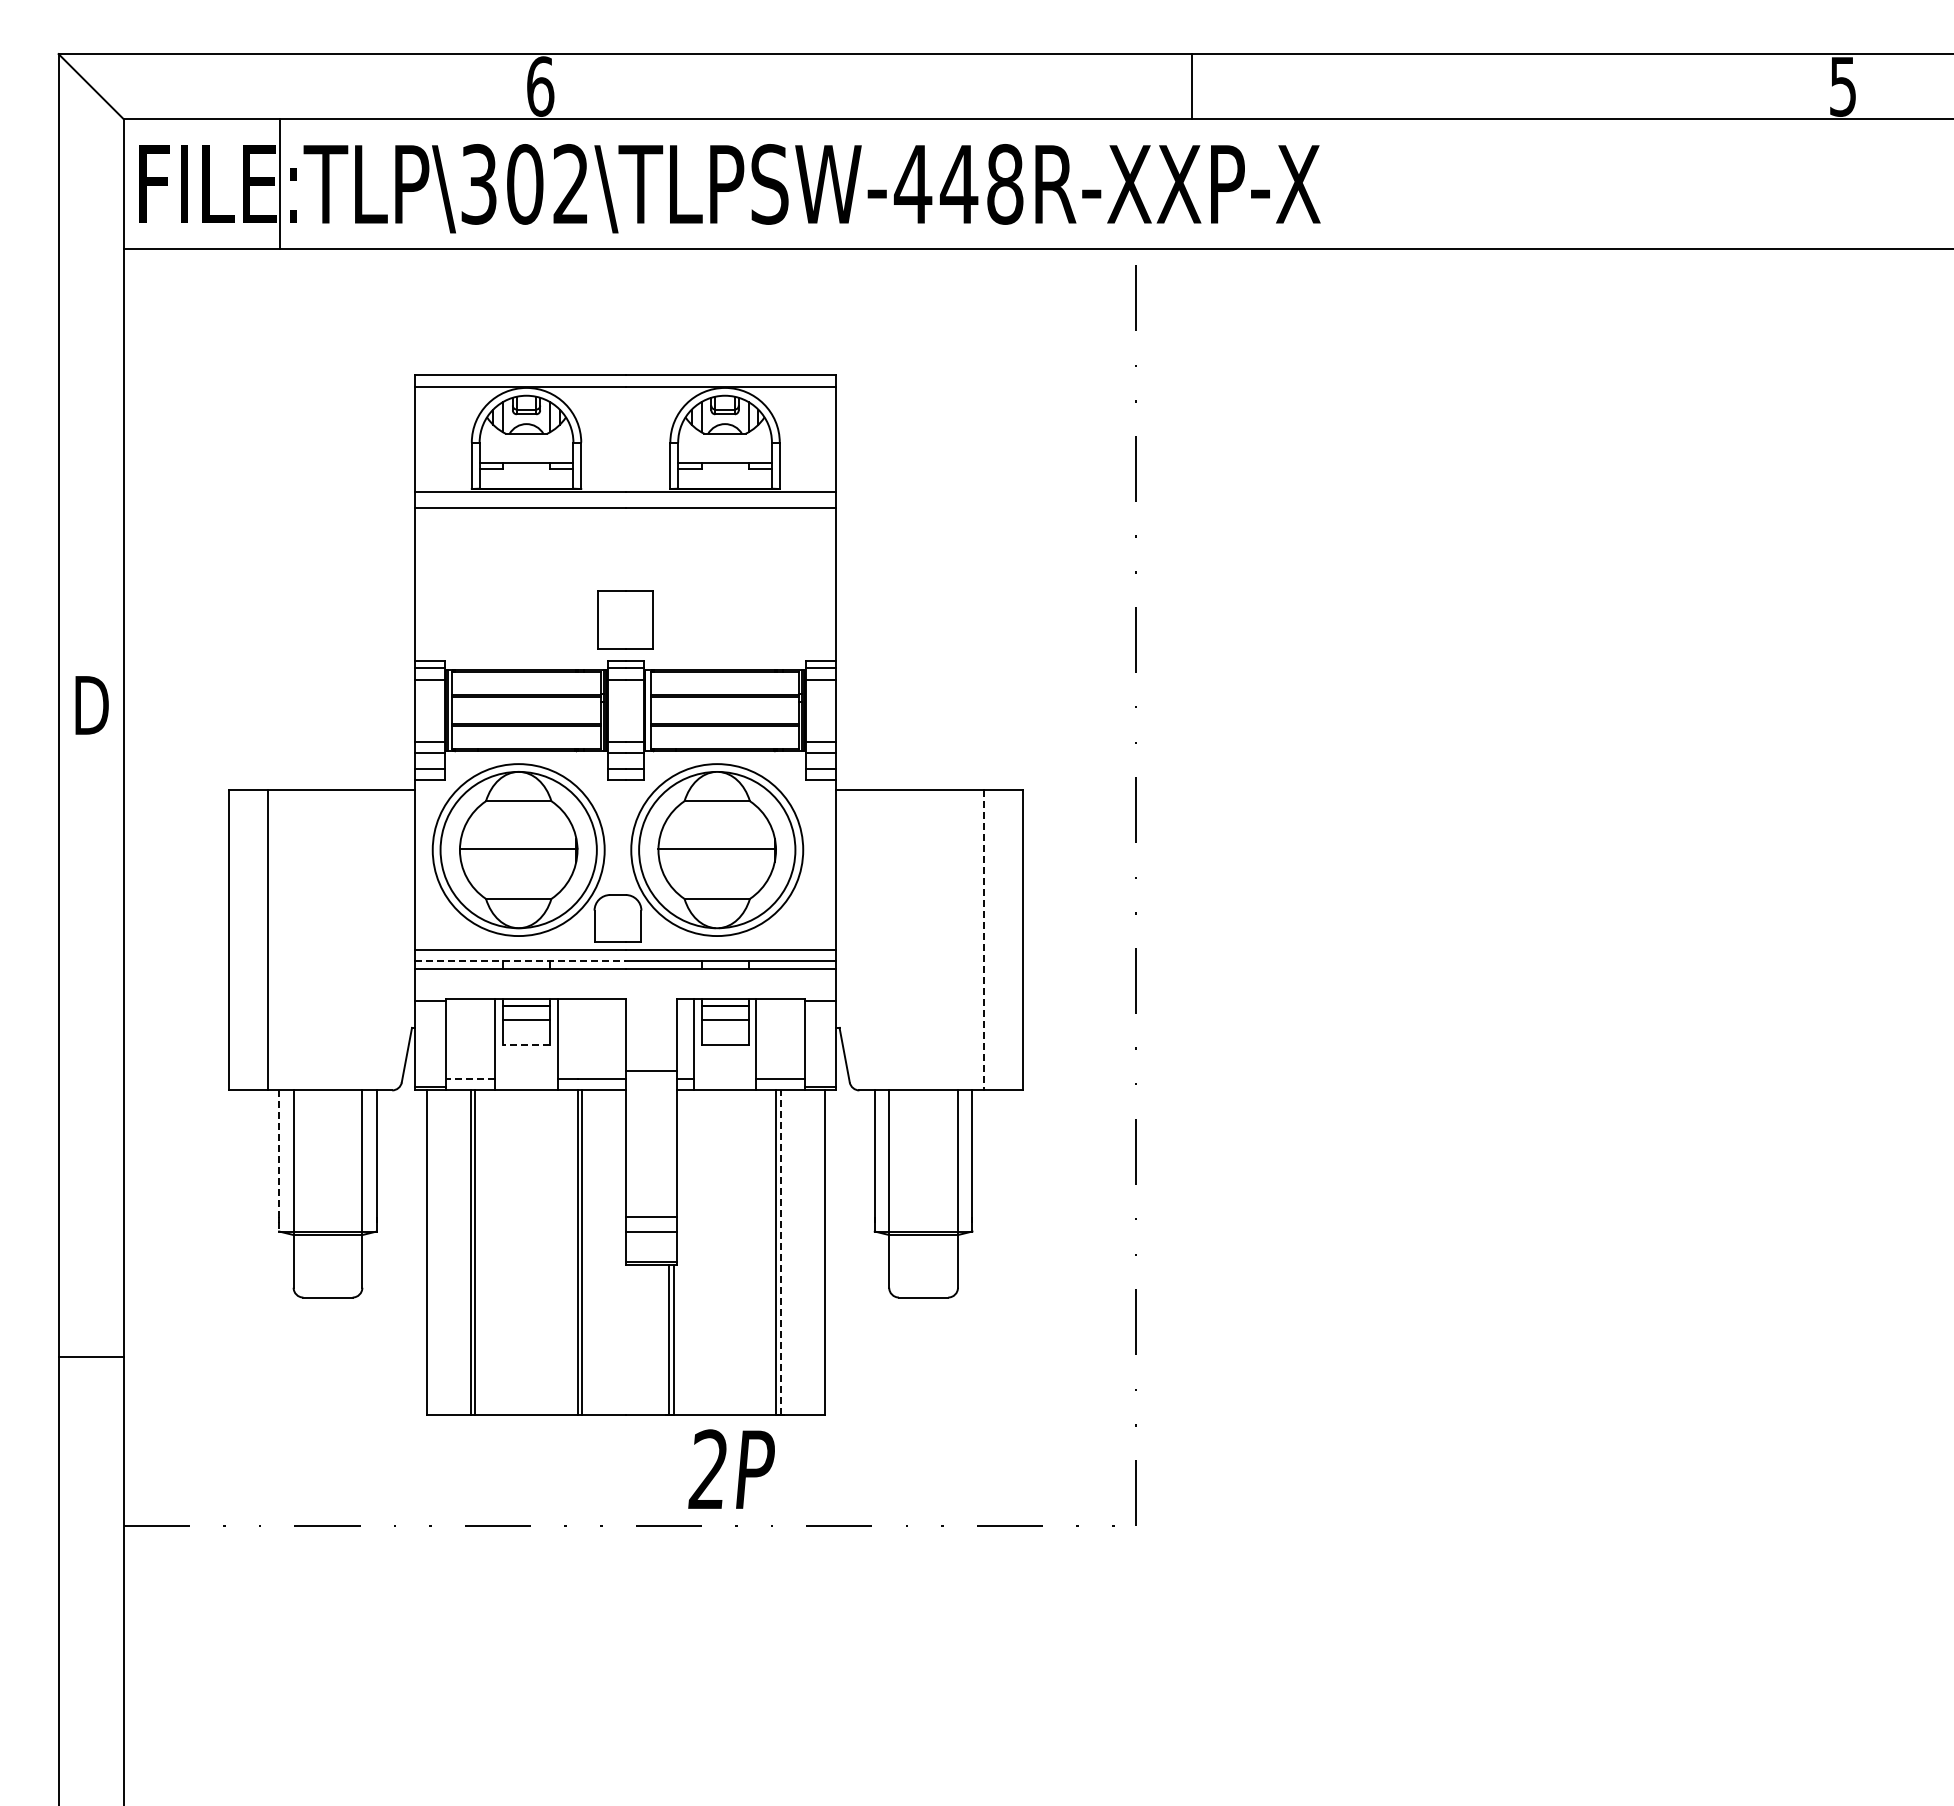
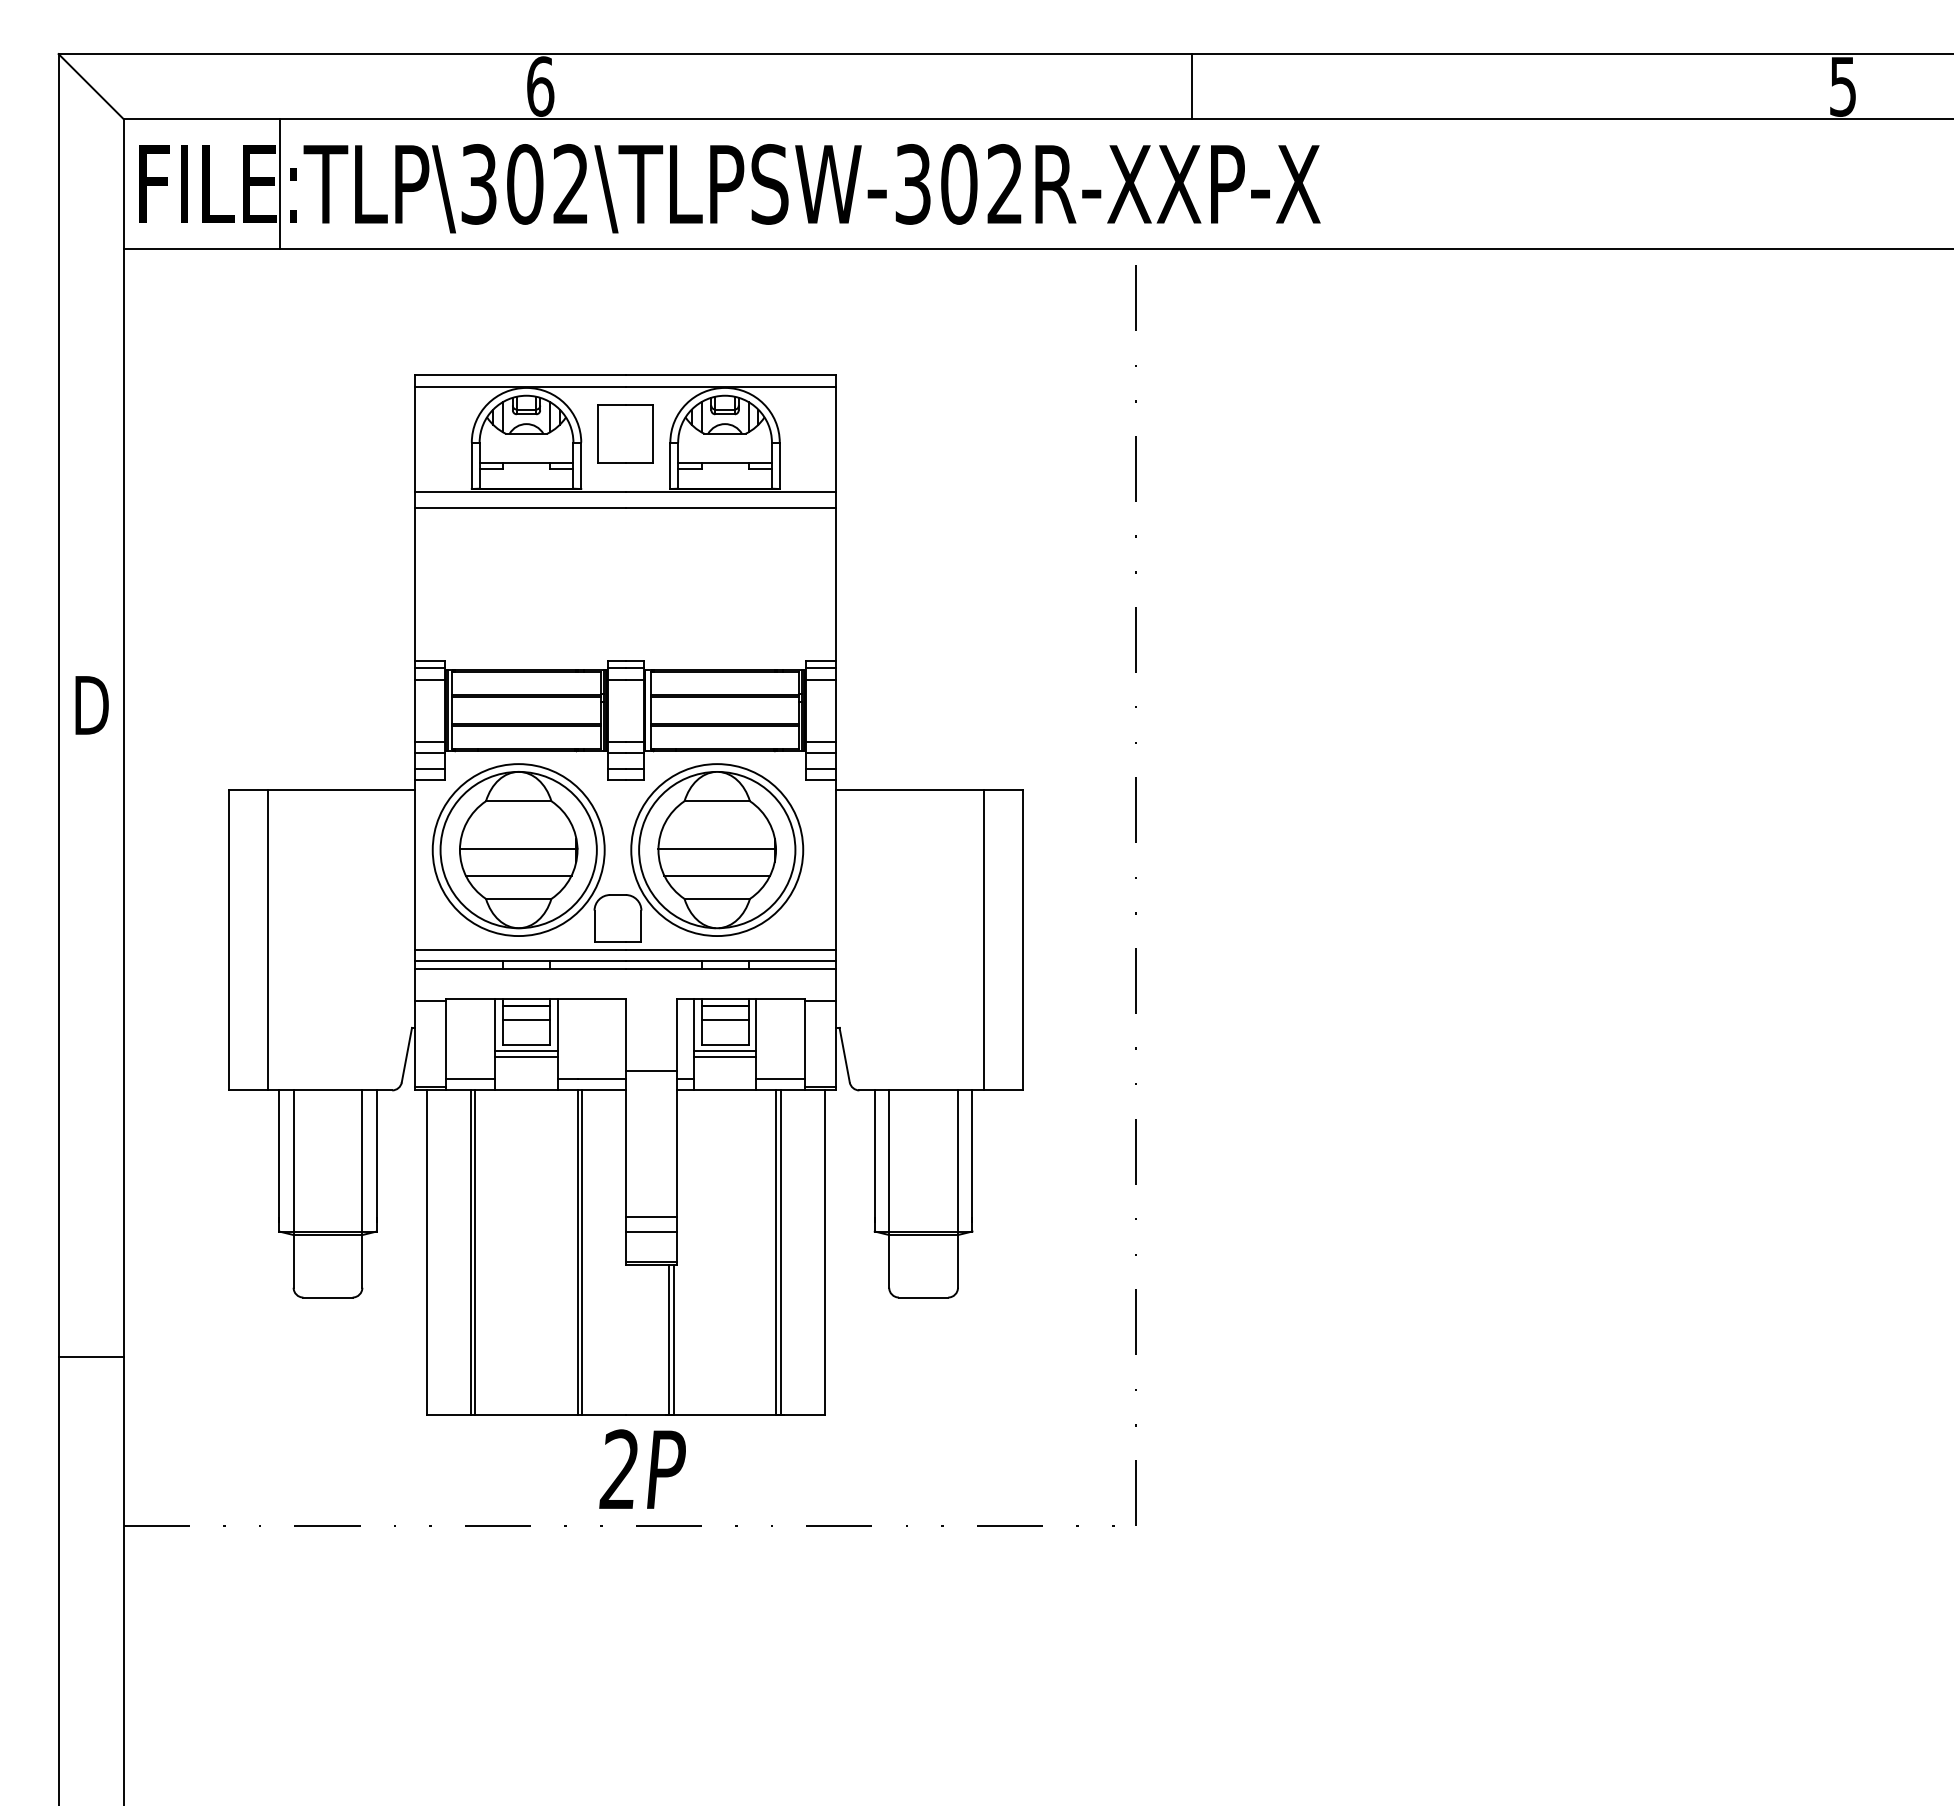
text at (958, 184): TLP\302\TLPSW-448R-XXP-X -> TLP\302\TLPSW-302R-XXP-X
part at (625, 619) position: (625, 619) -> (625, 433)
line at (518, 875): none -> present
line at (717, 875): none -> present
line at (983, 940): dashed -> solid
line at (520, 961): dashed -> solid
line at (526, 1045): dashed -> solid
line at (526, 1051): none -> present
line at (724, 1051): none -> present
line at (526, 1057): none -> present
line at (724, 1057): none -> present
line at (470, 1078): dashed -> solid
line at (279, 1160): dashed -> solid
line at (780, 1252): dashed -> solid
text at (731, 1468) position: (731, 1468) -> (642, 1468)
